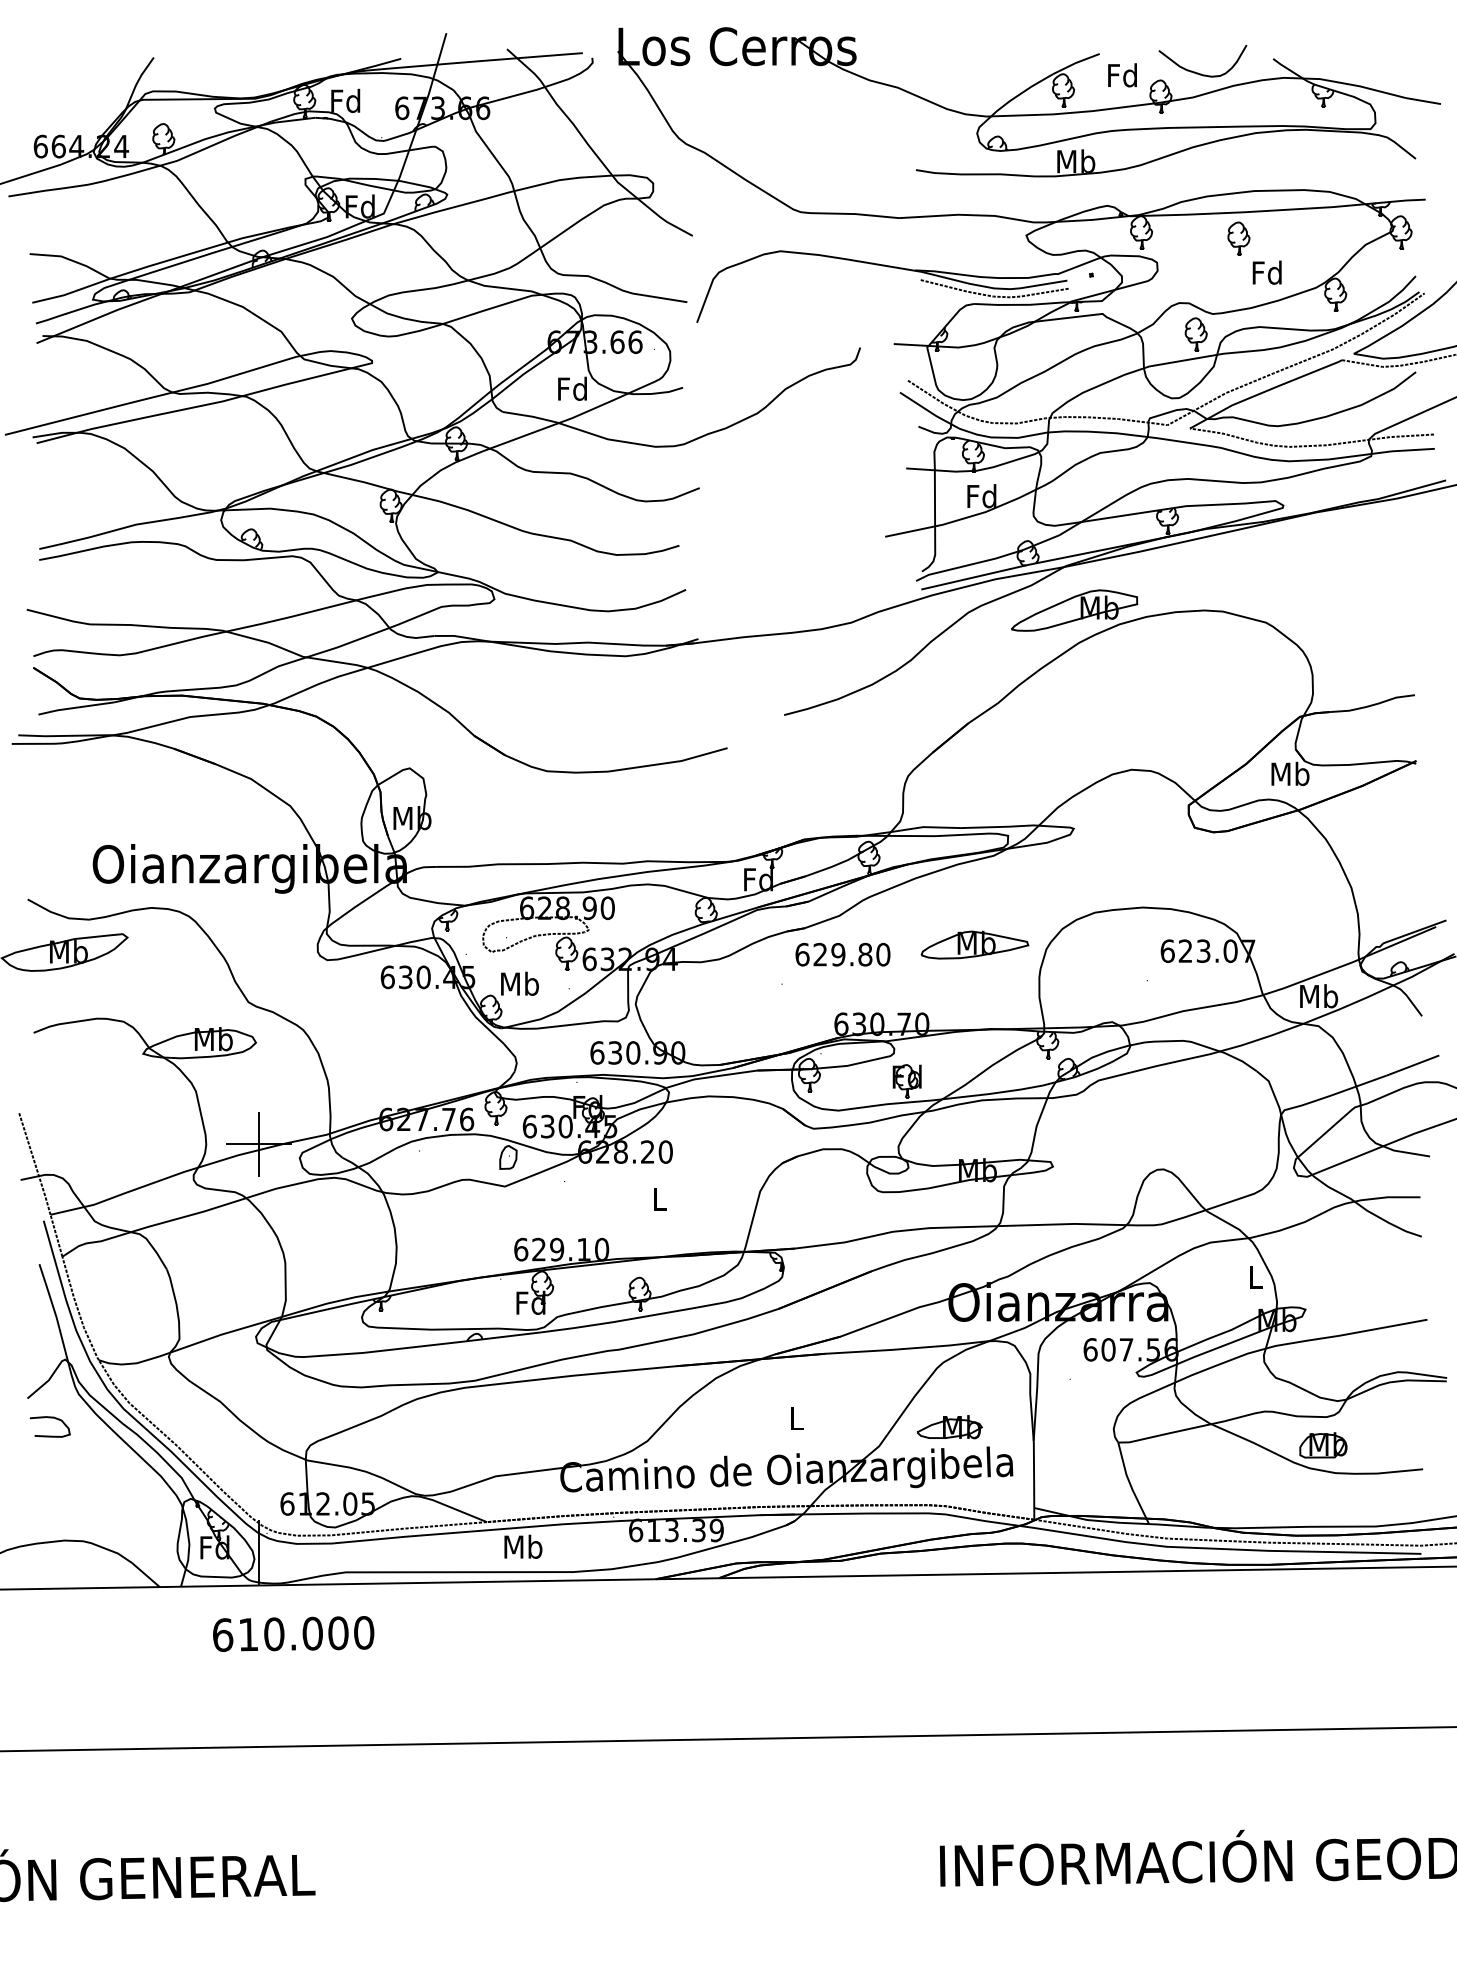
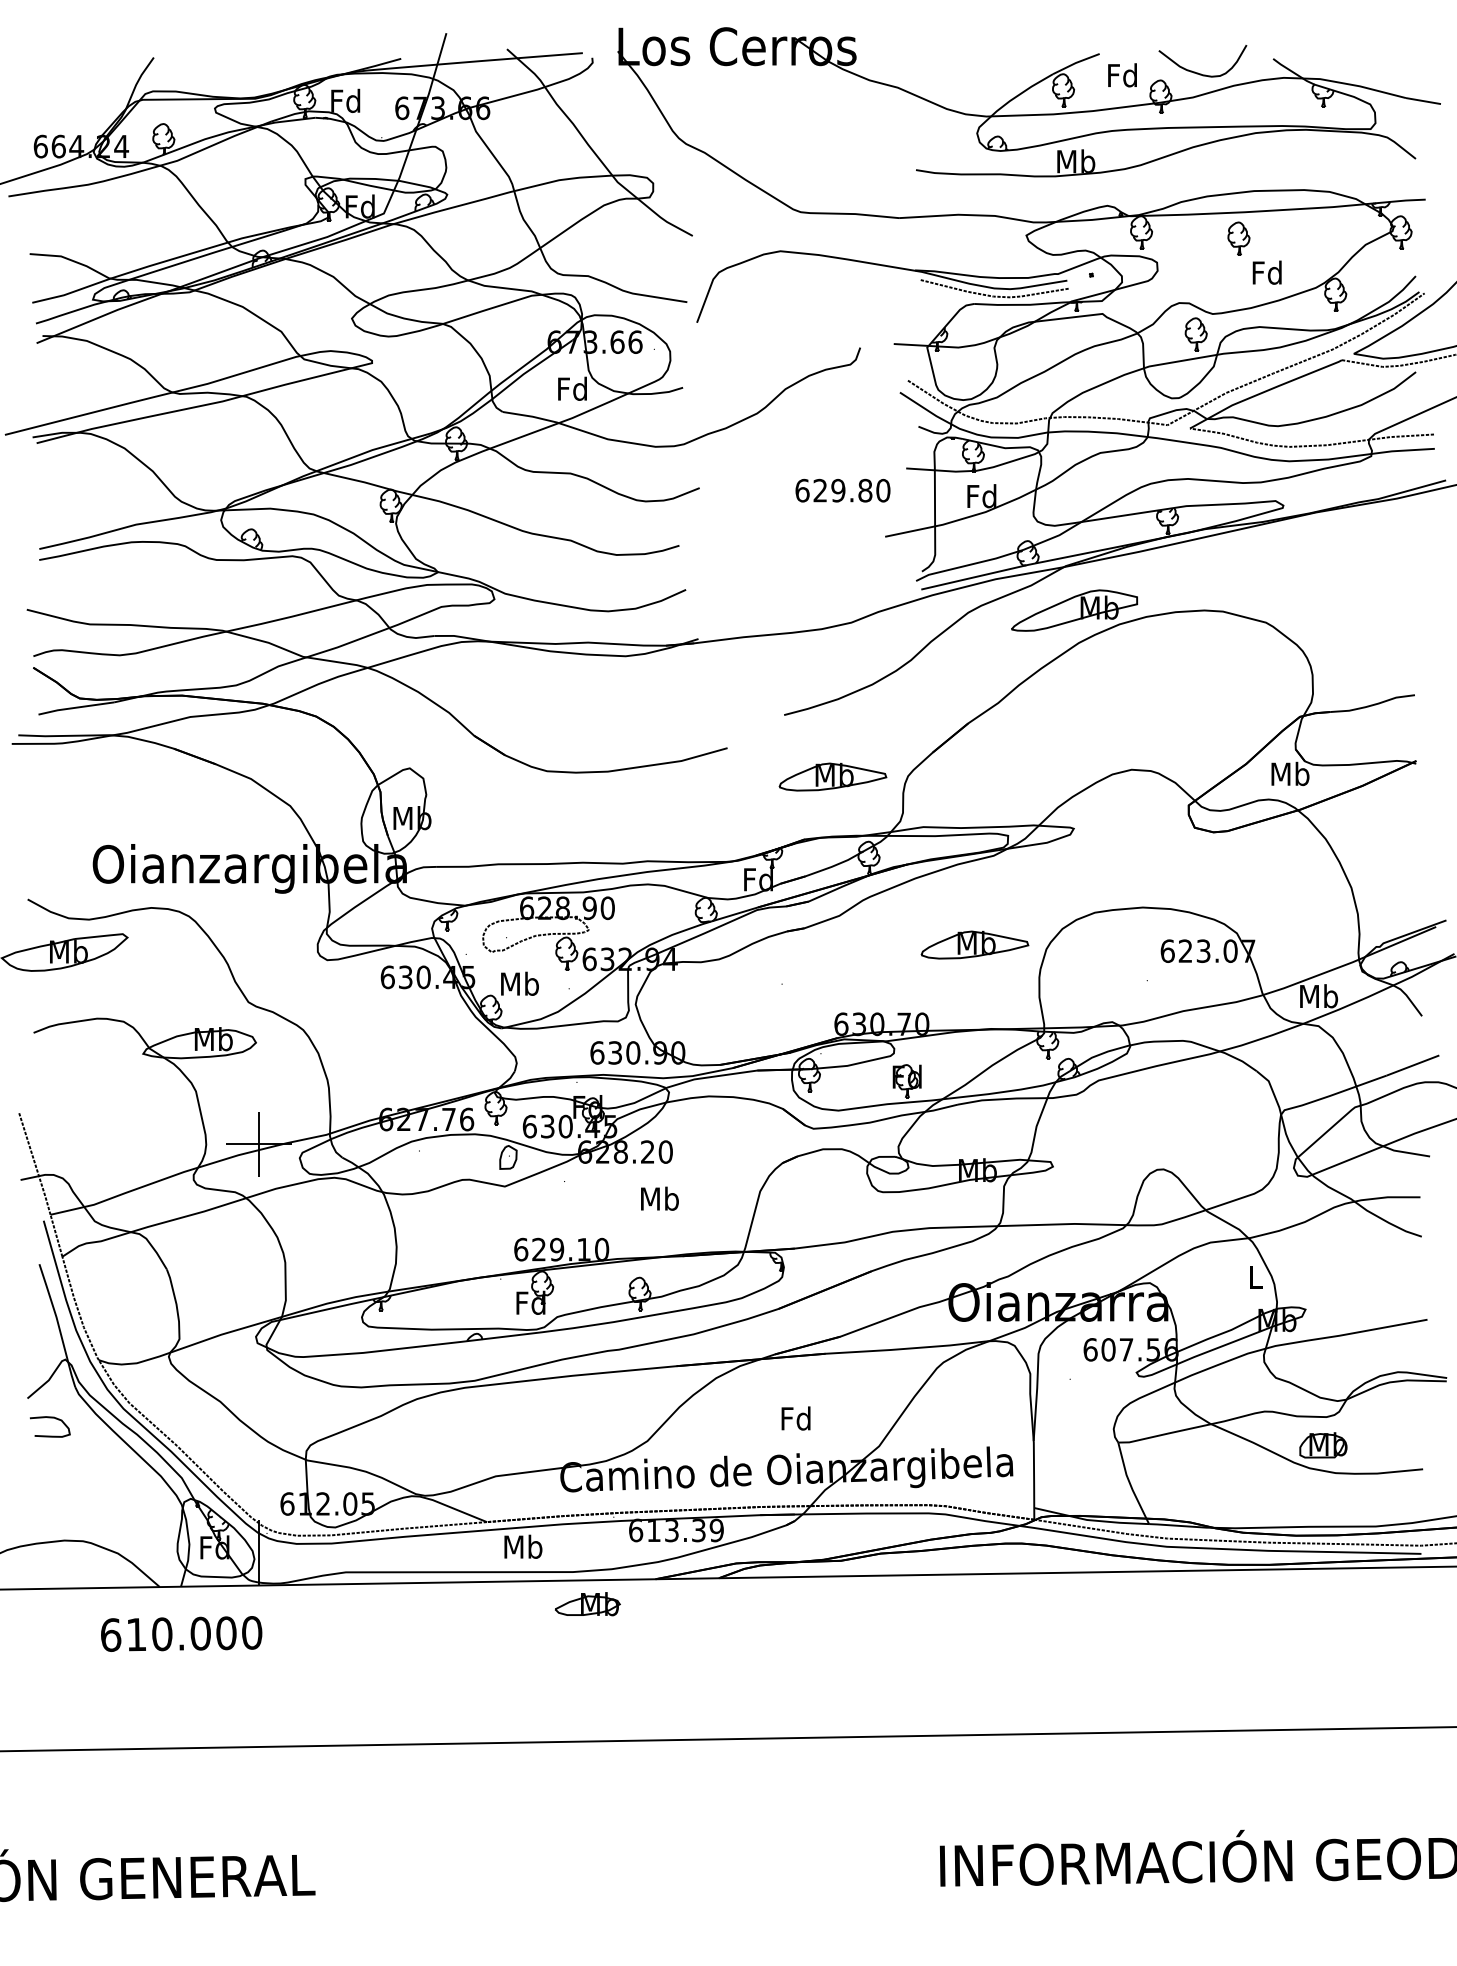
part at (832, 776): none -> present
text at (842, 954) position: (842, 954) -> (842, 490)
text at (659, 1198): L -> Mb
text at (795, 1418): L -> Fd
part at (949, 1427) position: (949, 1427) -> (587, 1604)
text at (293, 1633) position: (293, 1633) -> (181, 1633)
